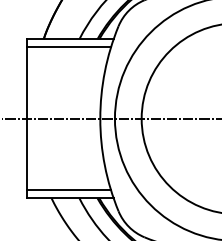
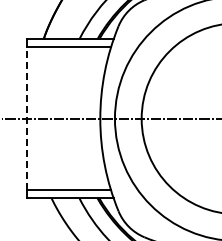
line at (27, 118): solid -> dashed
